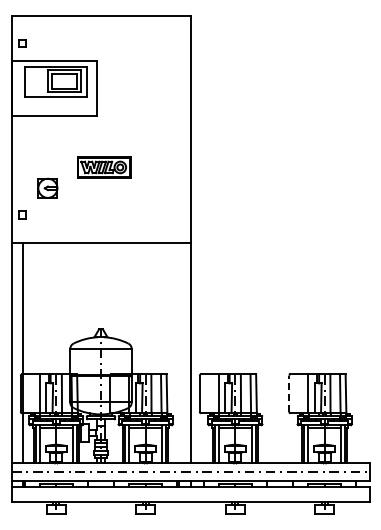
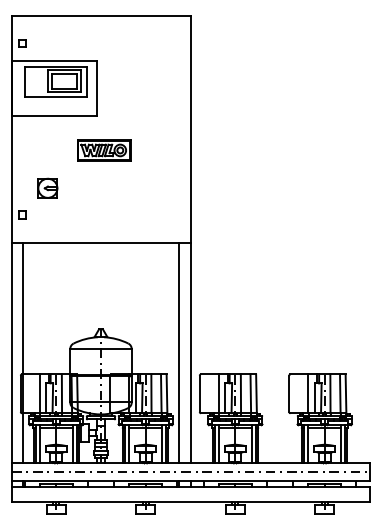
part at (104, 167) position: (104, 167) -> (104, 150)
line at (178, 352): none -> present
line at (289, 393): dashed -> solid
